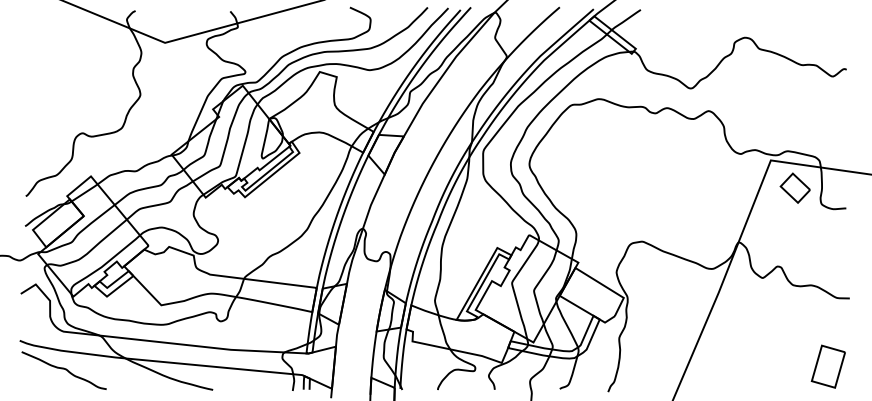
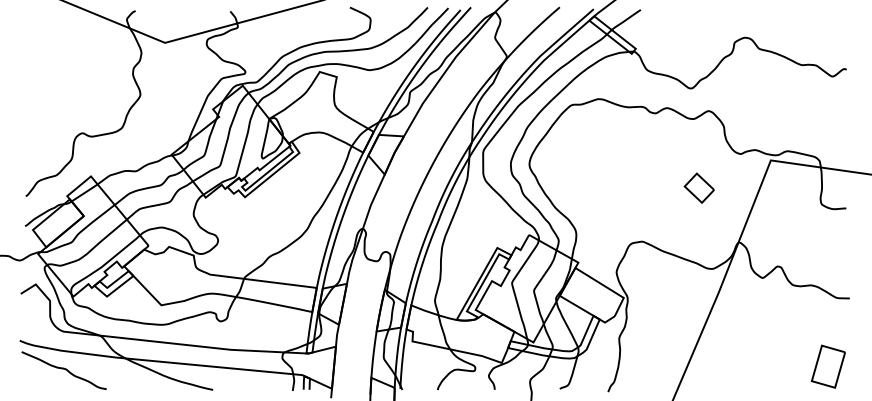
part at (794, 187) position: (794, 187) -> (698, 187)
